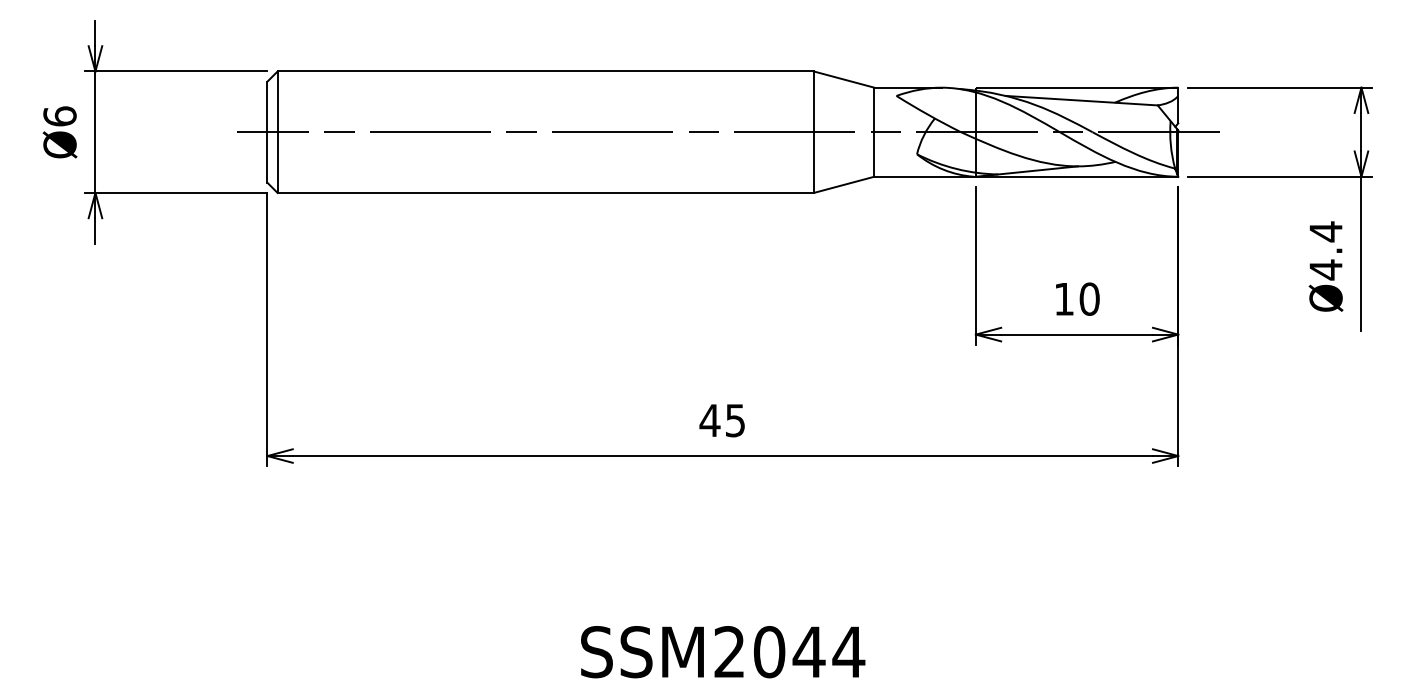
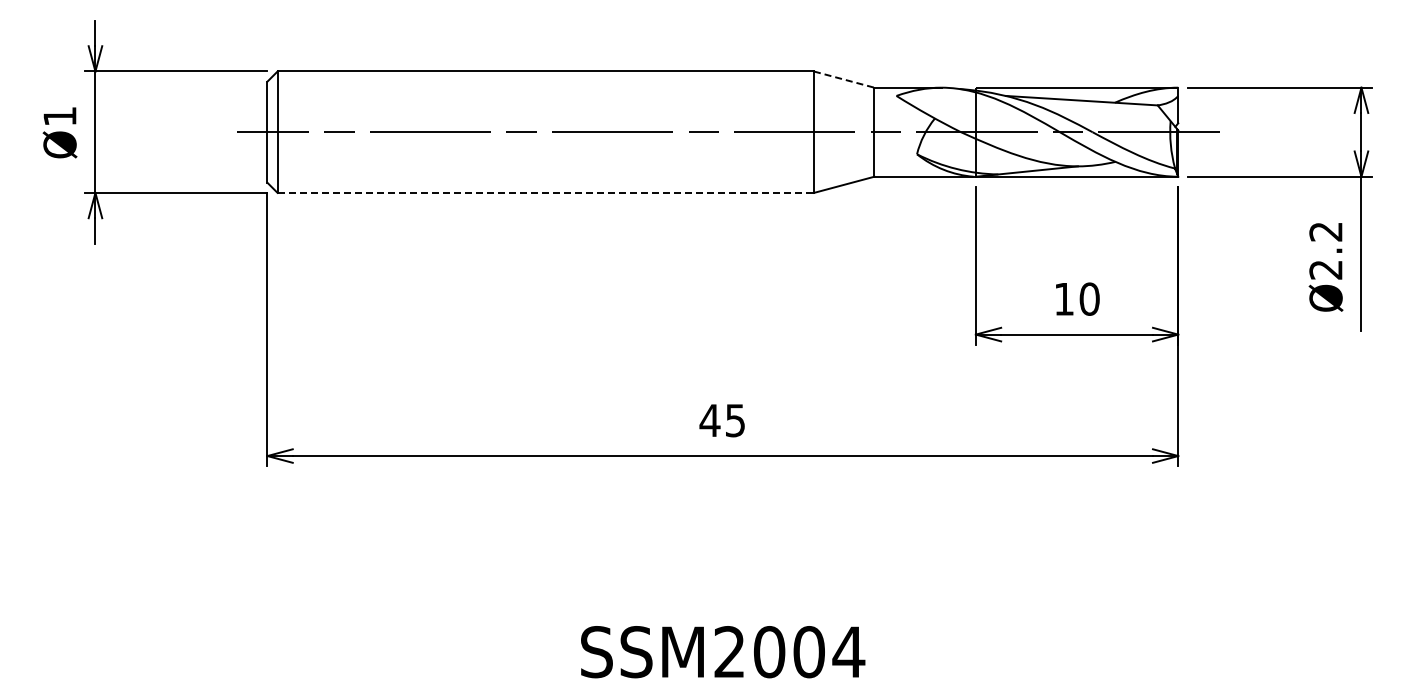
line at (844, 79): solid -> dashed
text at (59, 116): Ø6 -> Ø1
line at (546, 192): solid -> dashed
text at (1325, 250): Ø4.4 -> Ø2.2
text at (808, 652): SSM2044 -> SSM2004
